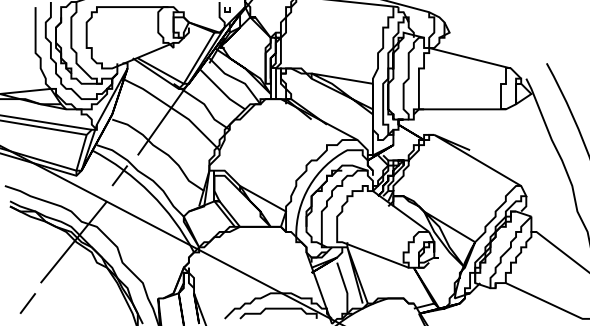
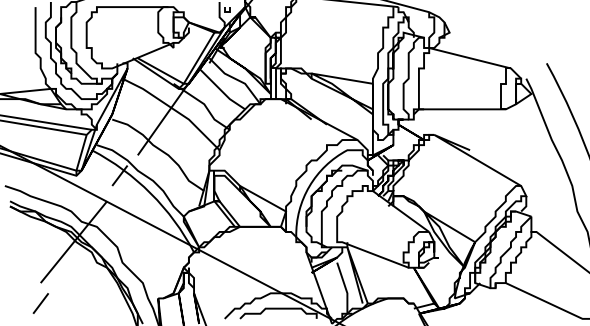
line at (27, 303) position: (27, 303) -> (40, 303)
